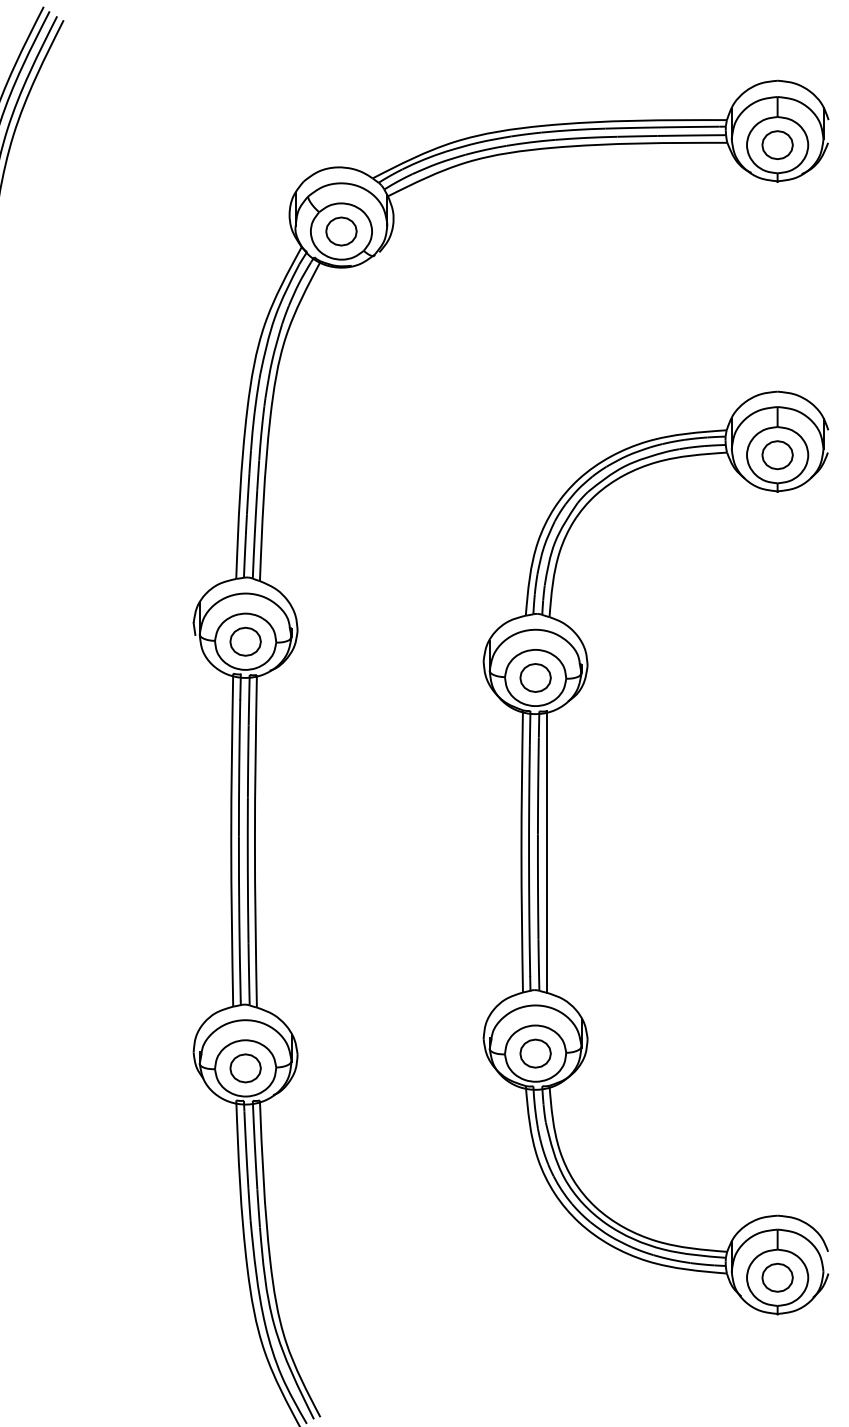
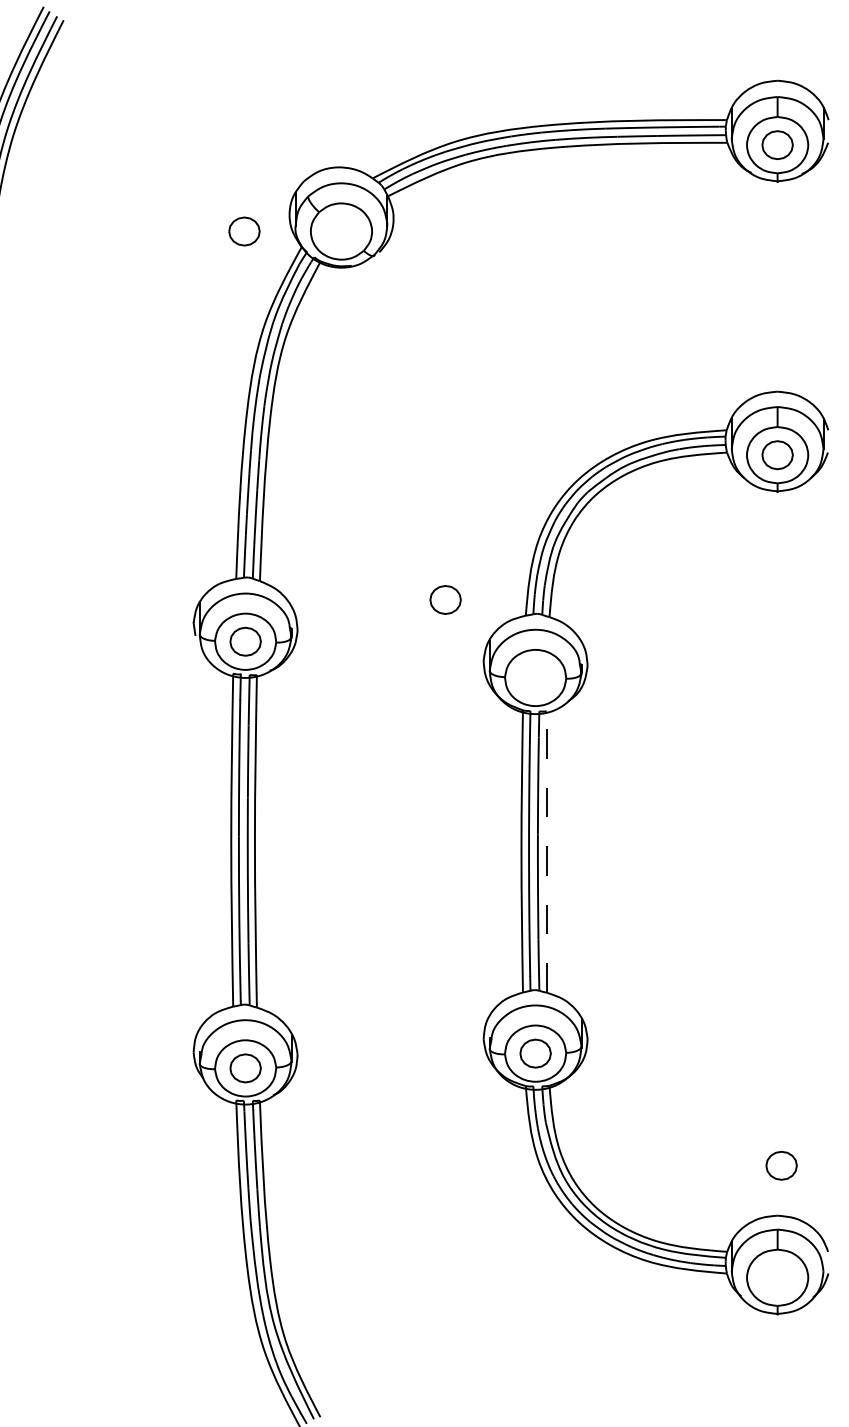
part at (341, 231) position: (341, 231) -> (244, 231)
part at (535, 677) position: (535, 677) -> (445, 599)
line at (546, 851): solid -> dashed
part at (777, 1277) position: (777, 1277) -> (781, 1165)
